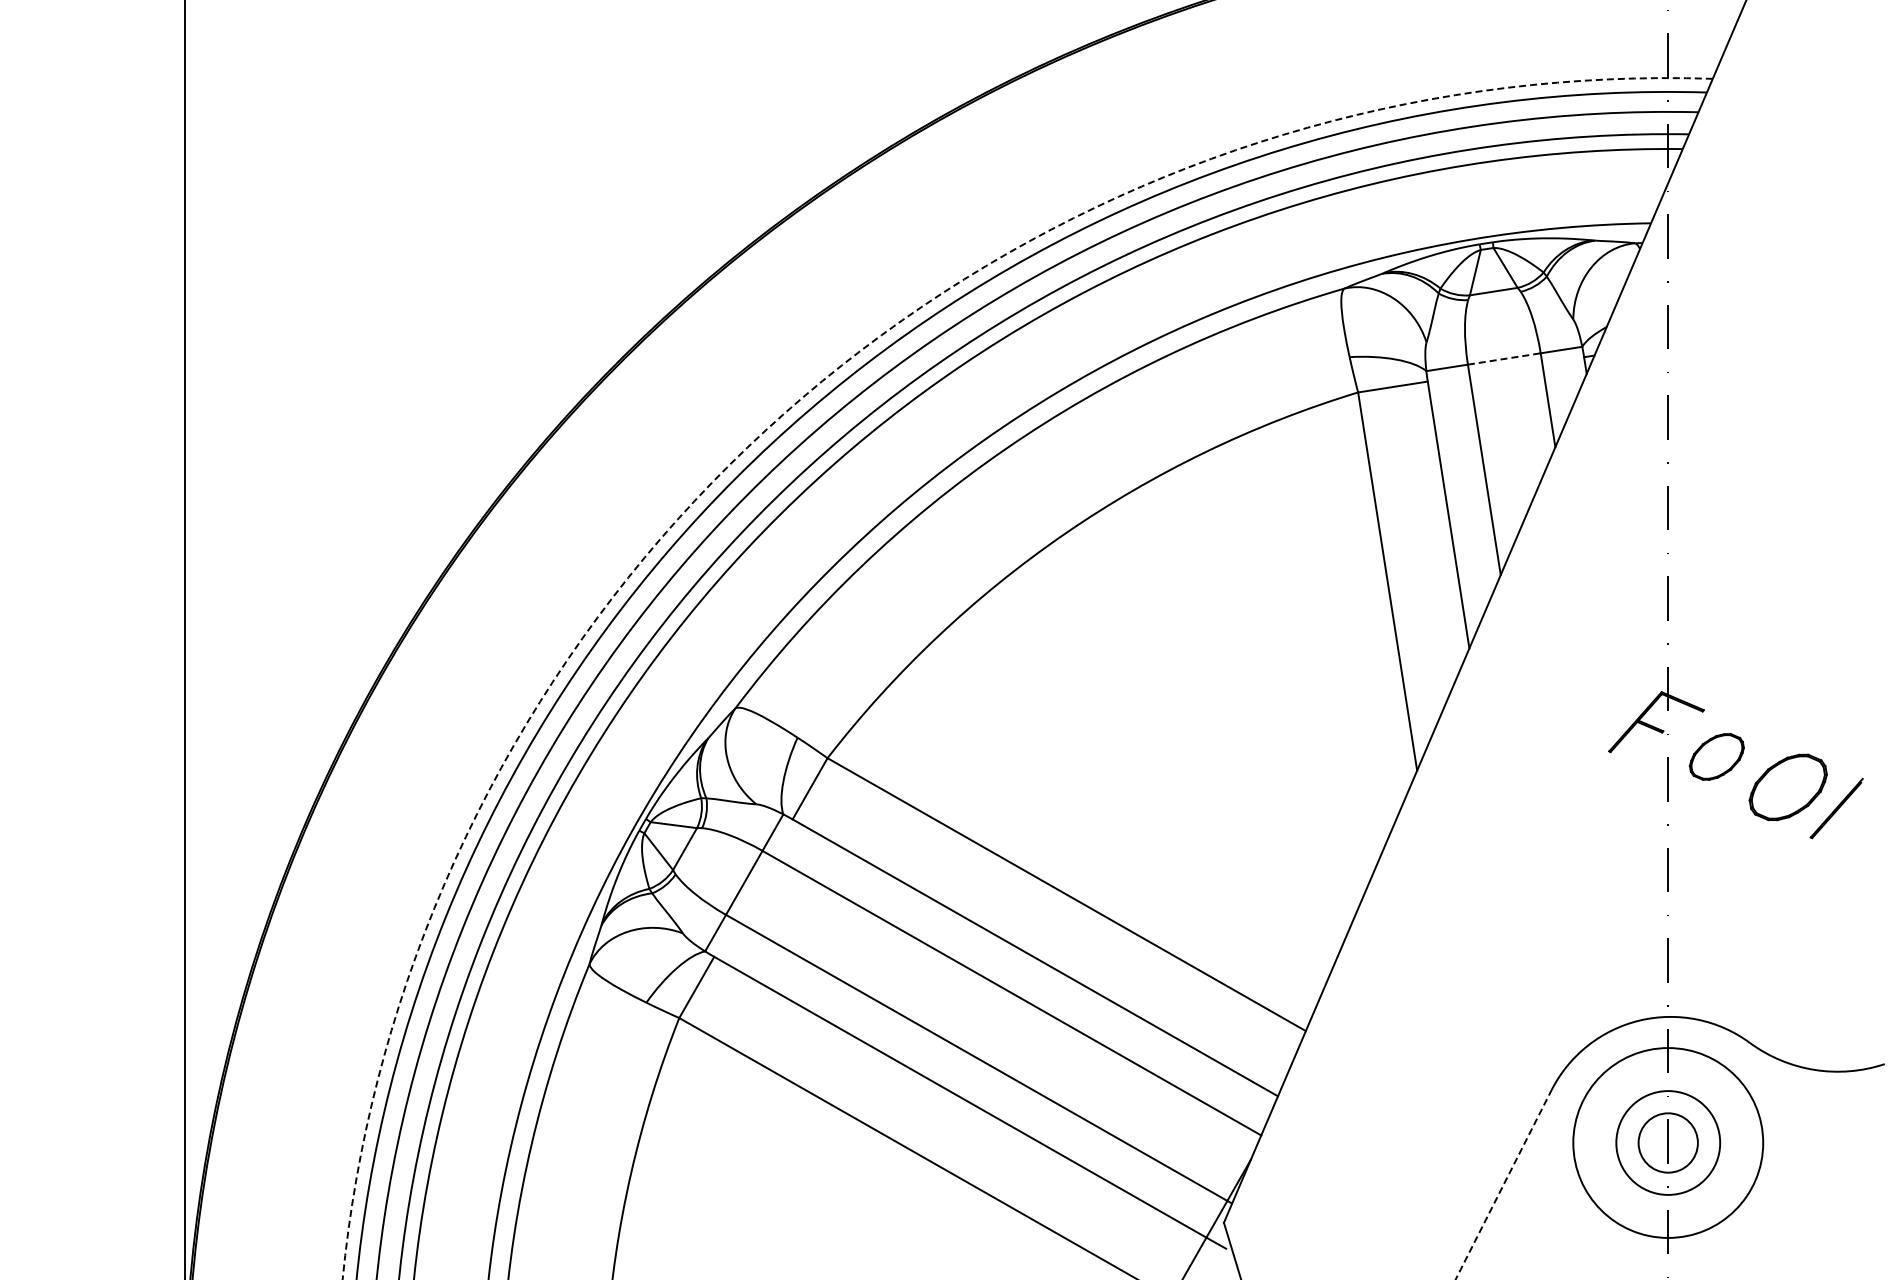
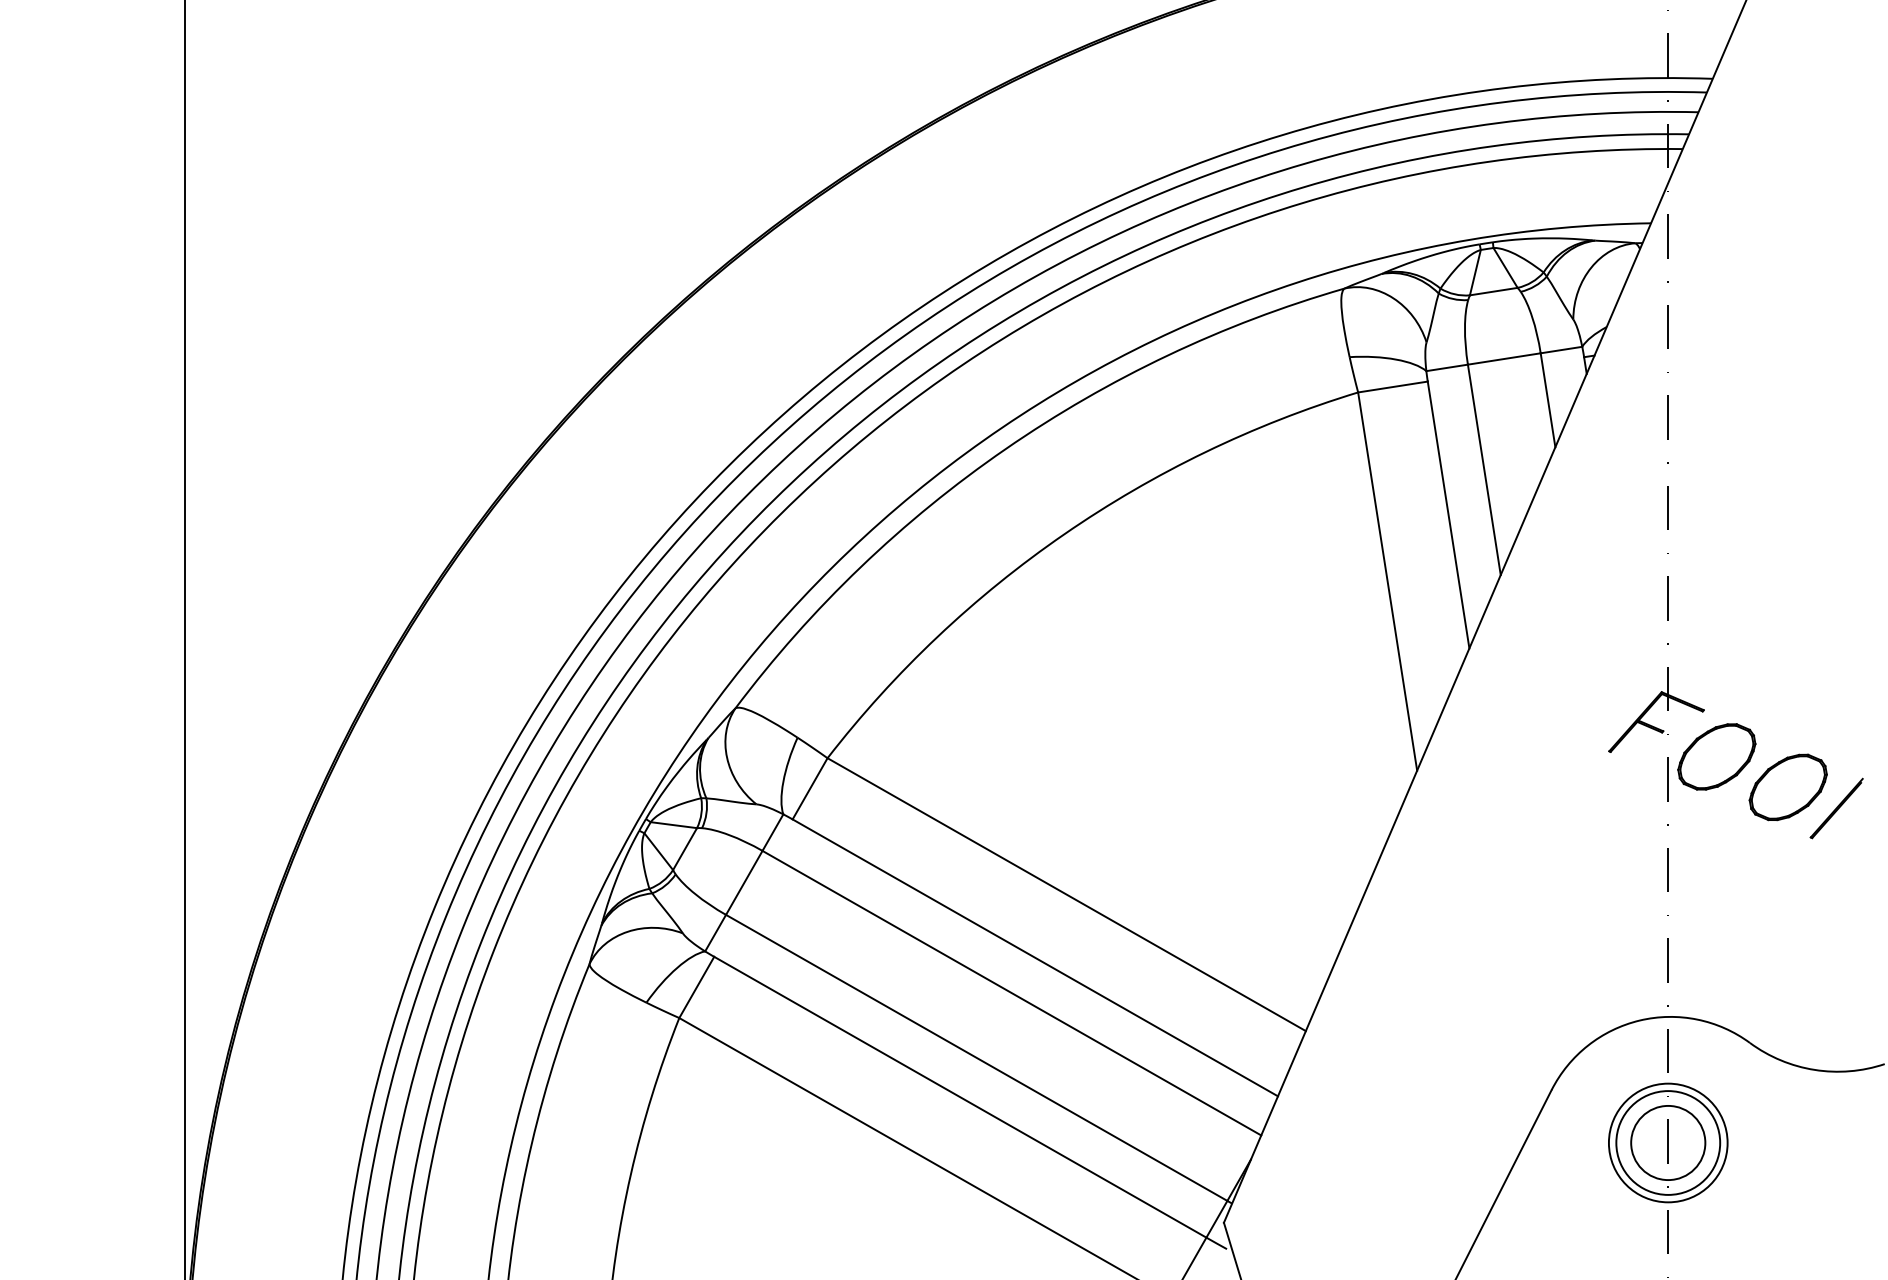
line at (1504, 358): dashed -> solid
arc at (790, 408): dashed -> solid
part at (1716, 756) size: 57x48 px -> 80x68 px
circle at (1667, 1142) diameter: 59 px -> 74 px
circle at (1668, 1142) diameter: 190 px -> 119 px
line at (1503, 1184): dashed -> solid
